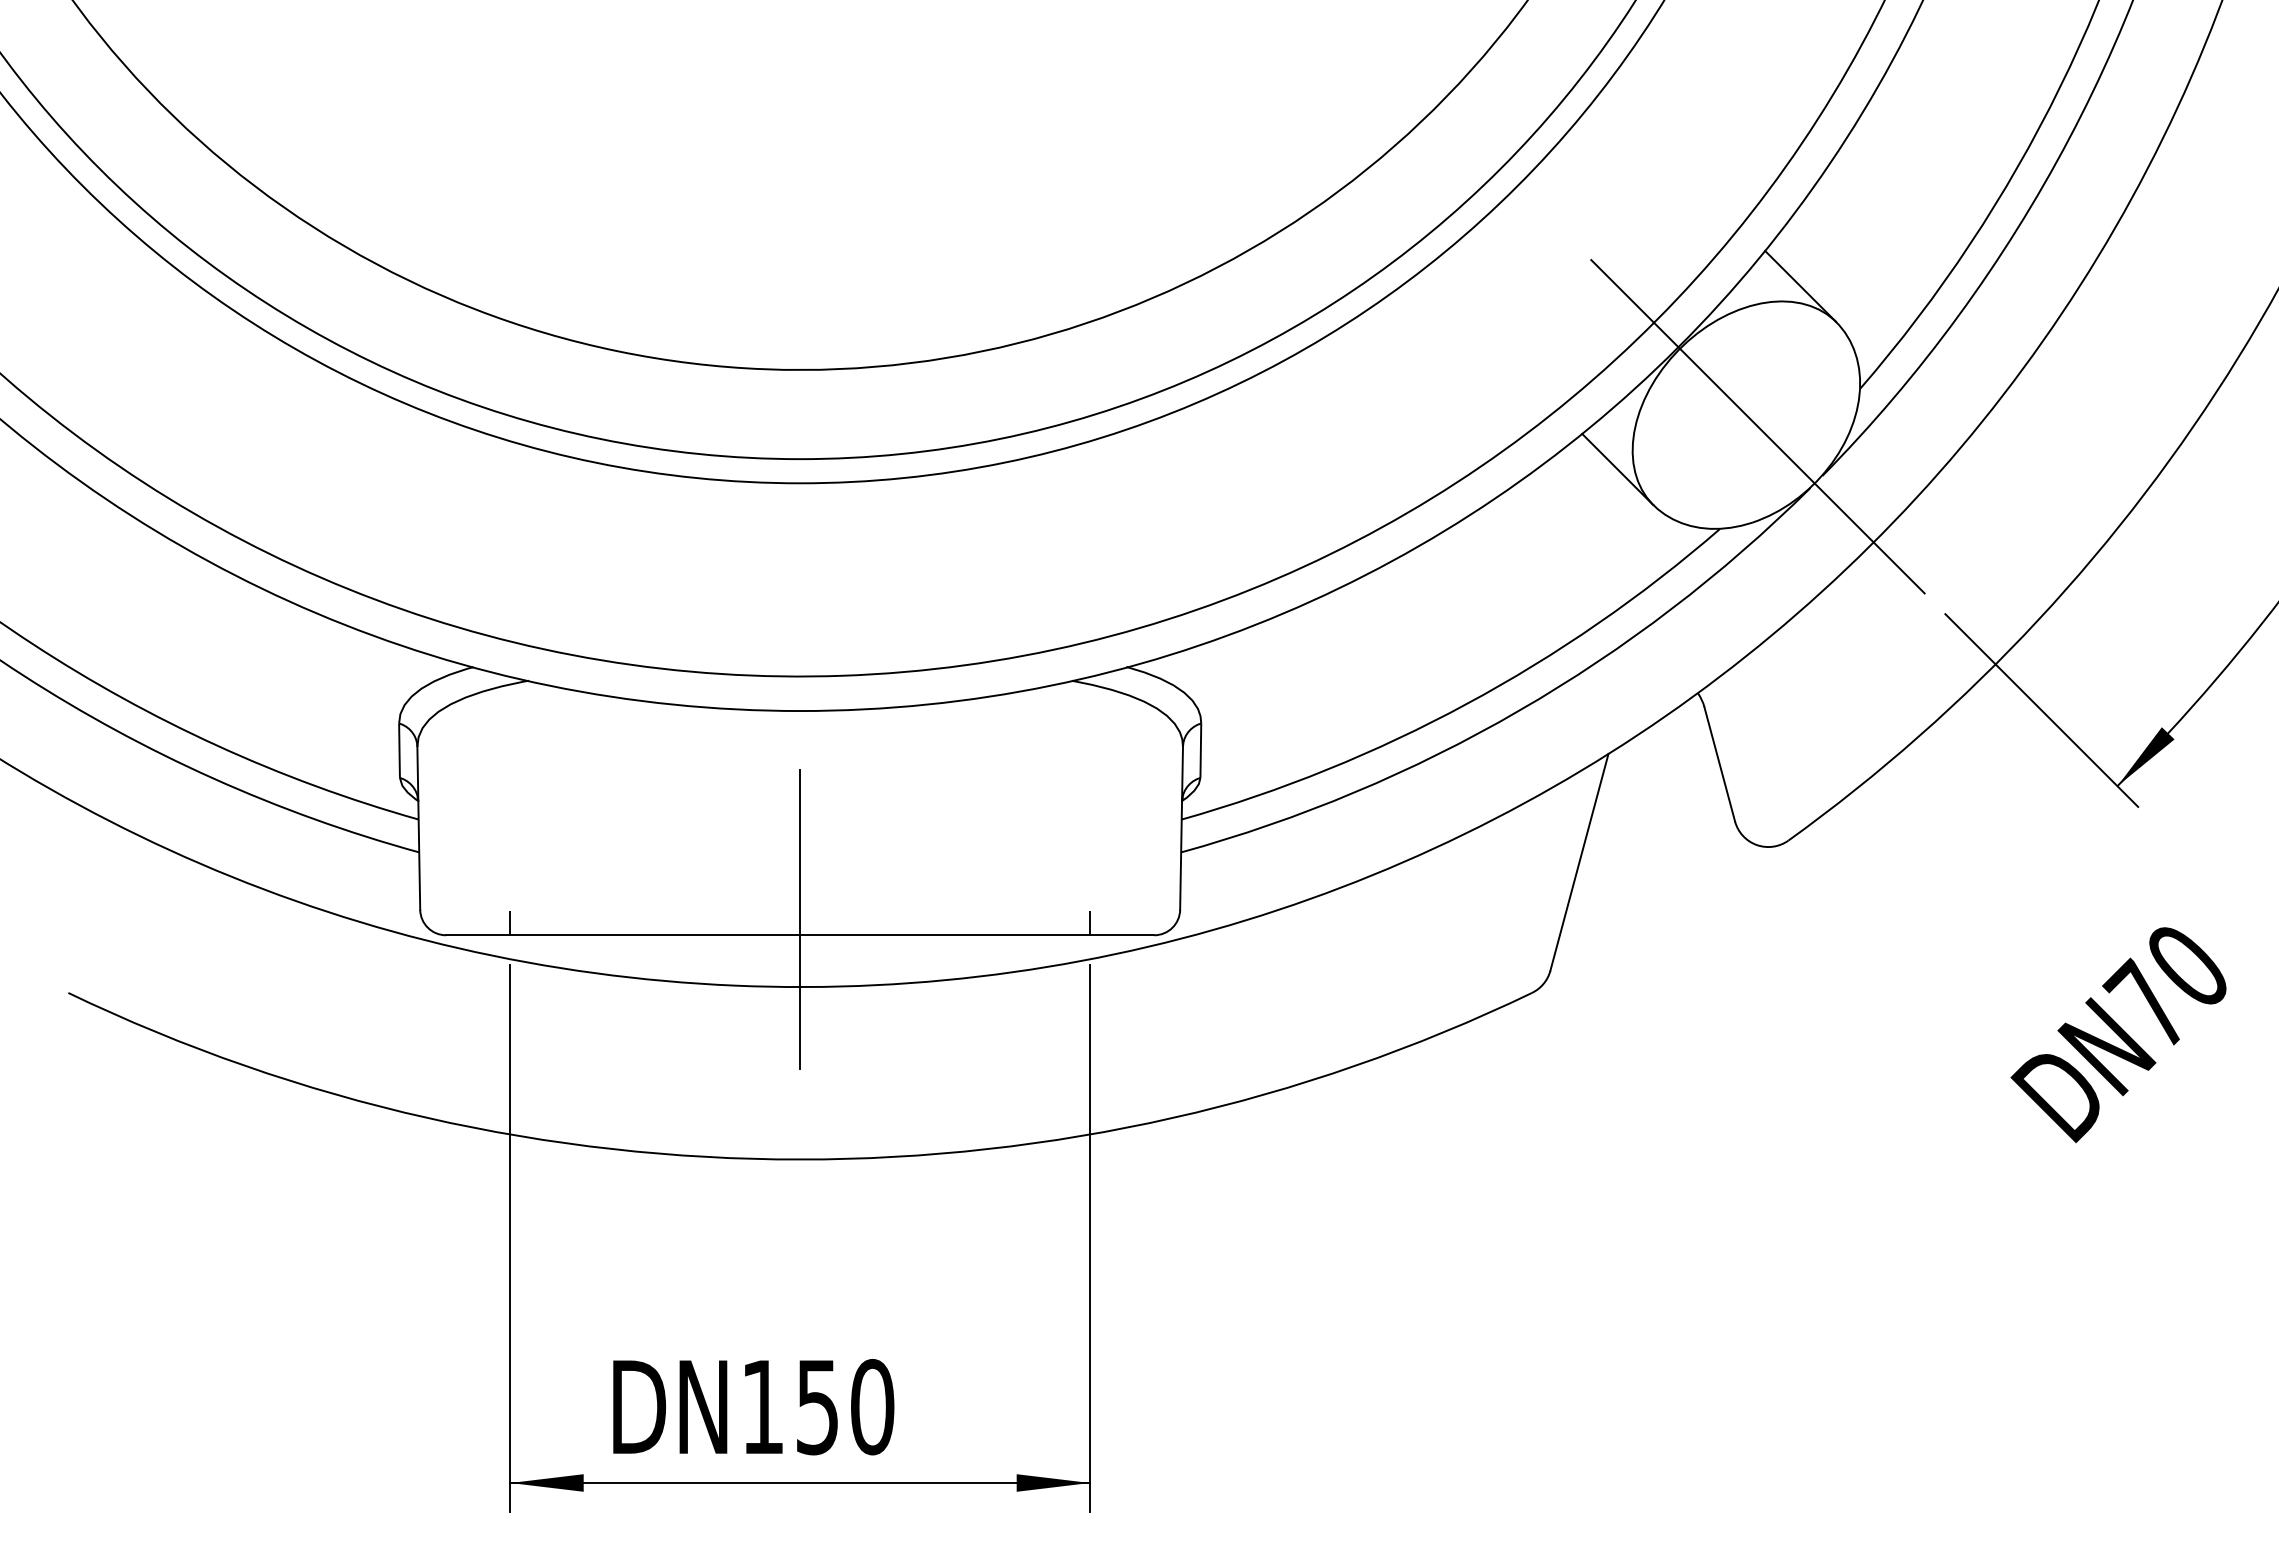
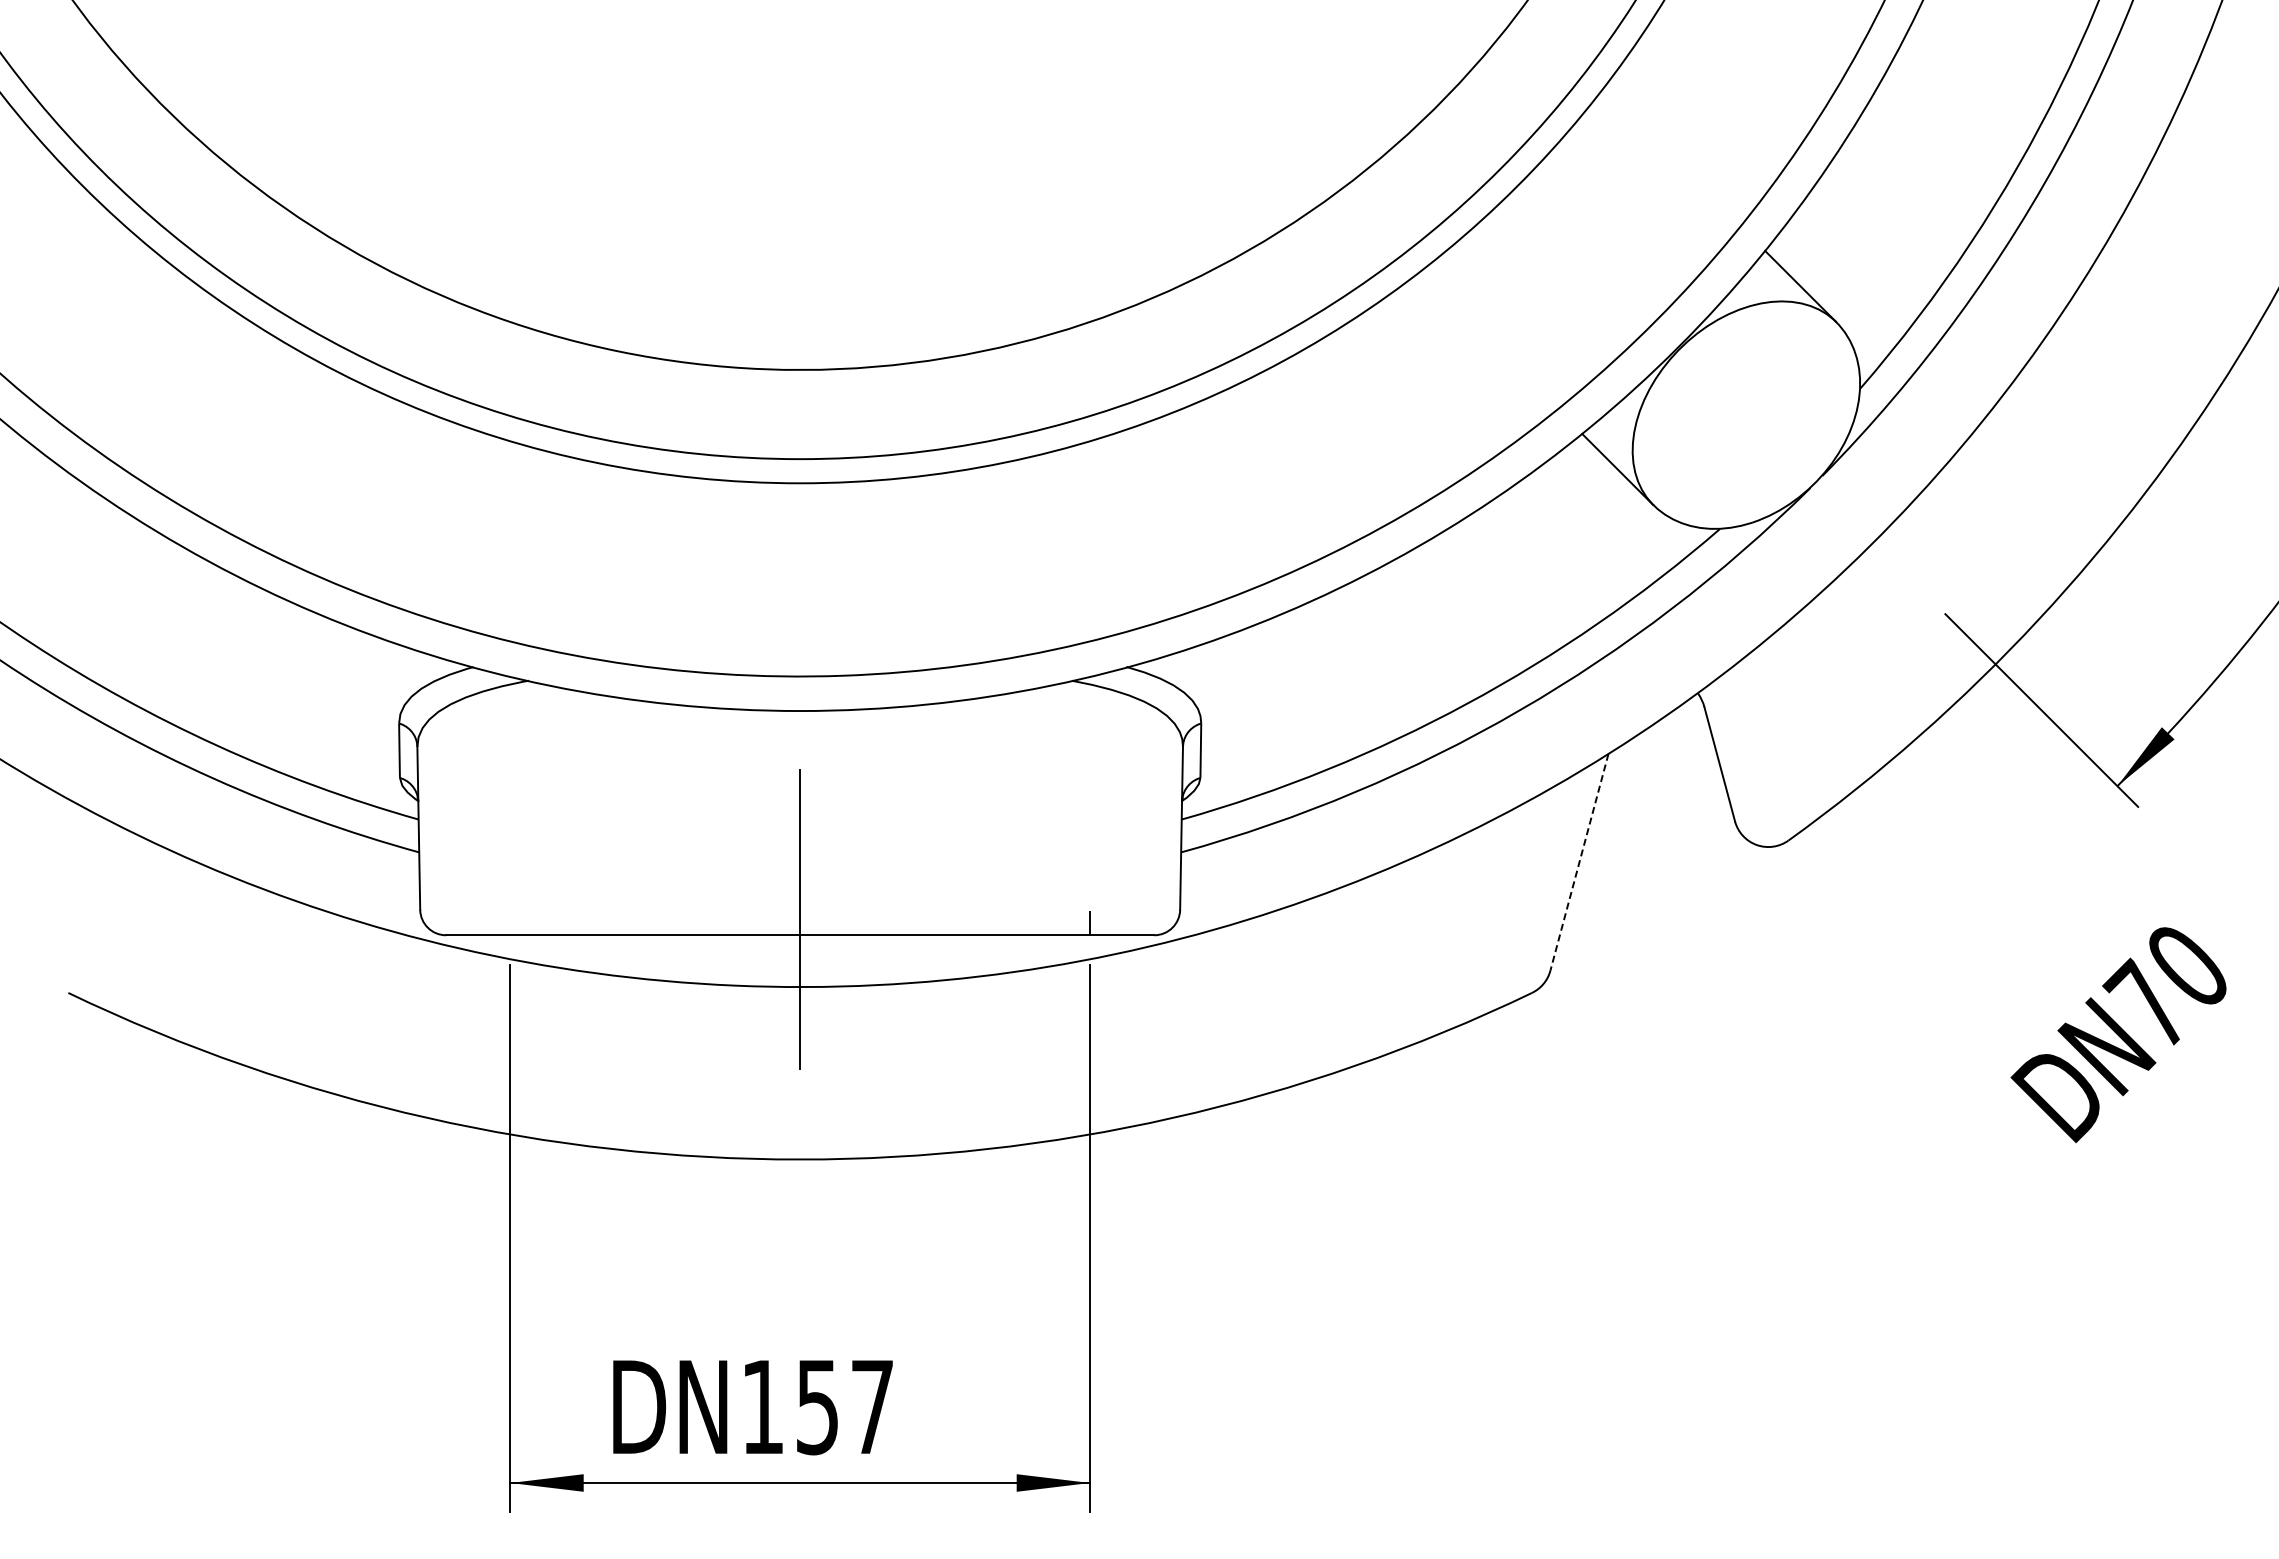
line at (1757, 426): present -> none
line at (1579, 862): solid -> dashed
line at (510, 923): present -> none
text at (872, 1407): DN150 -> DN157
